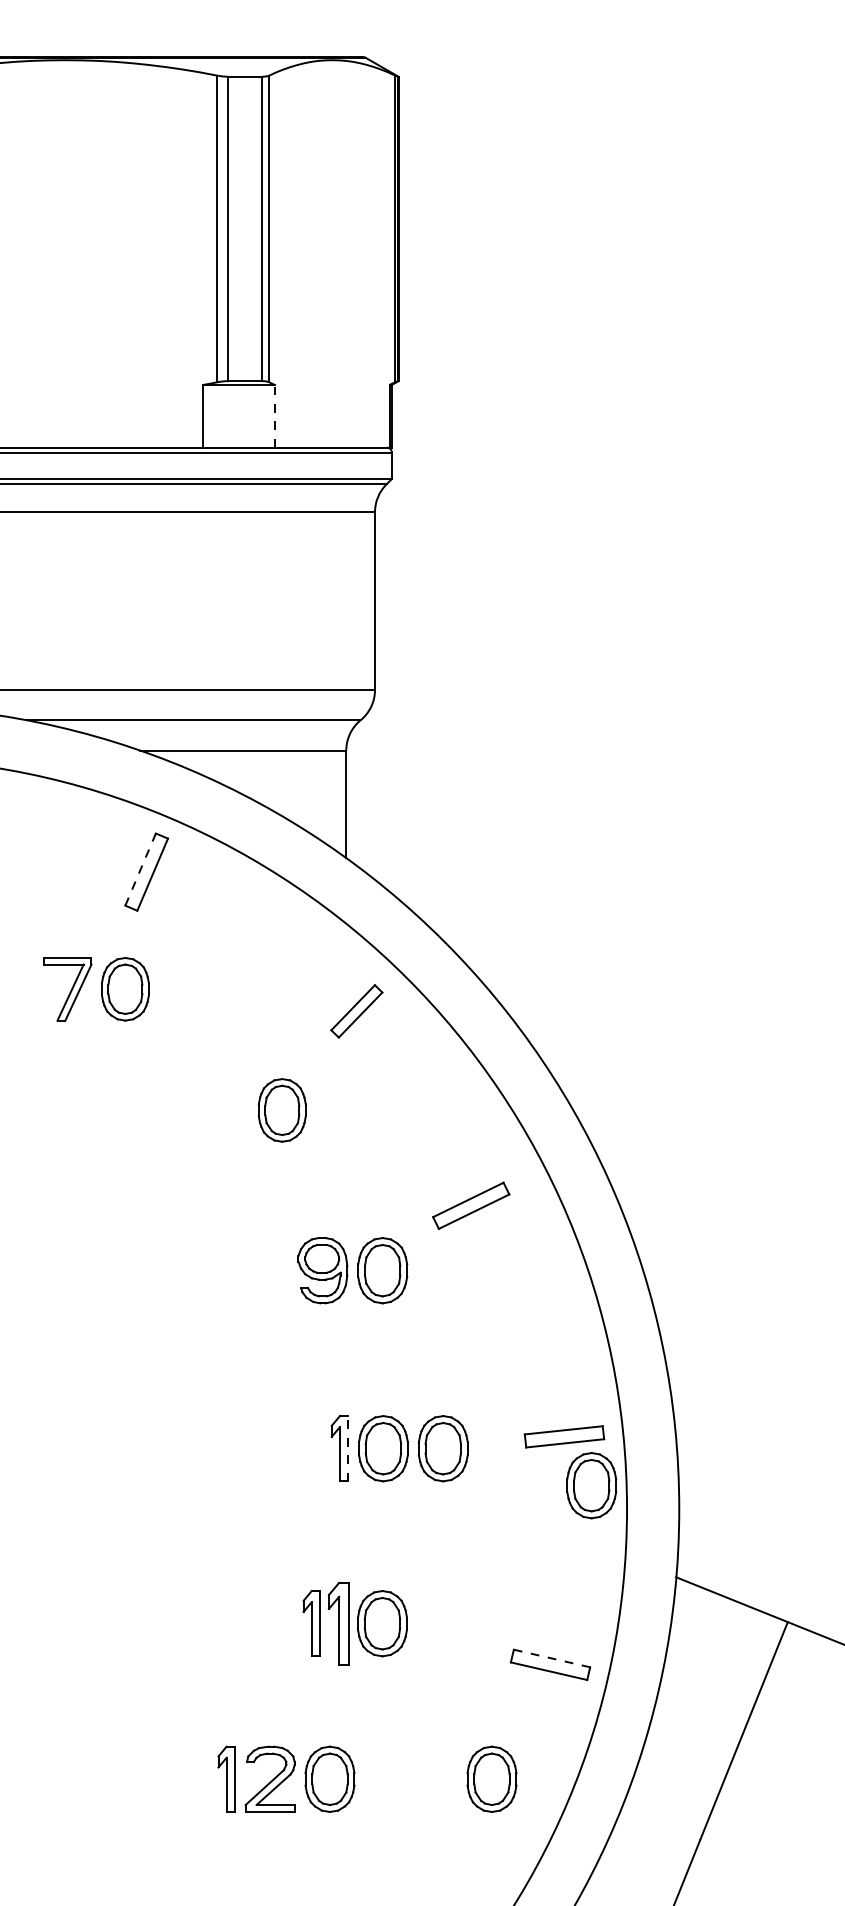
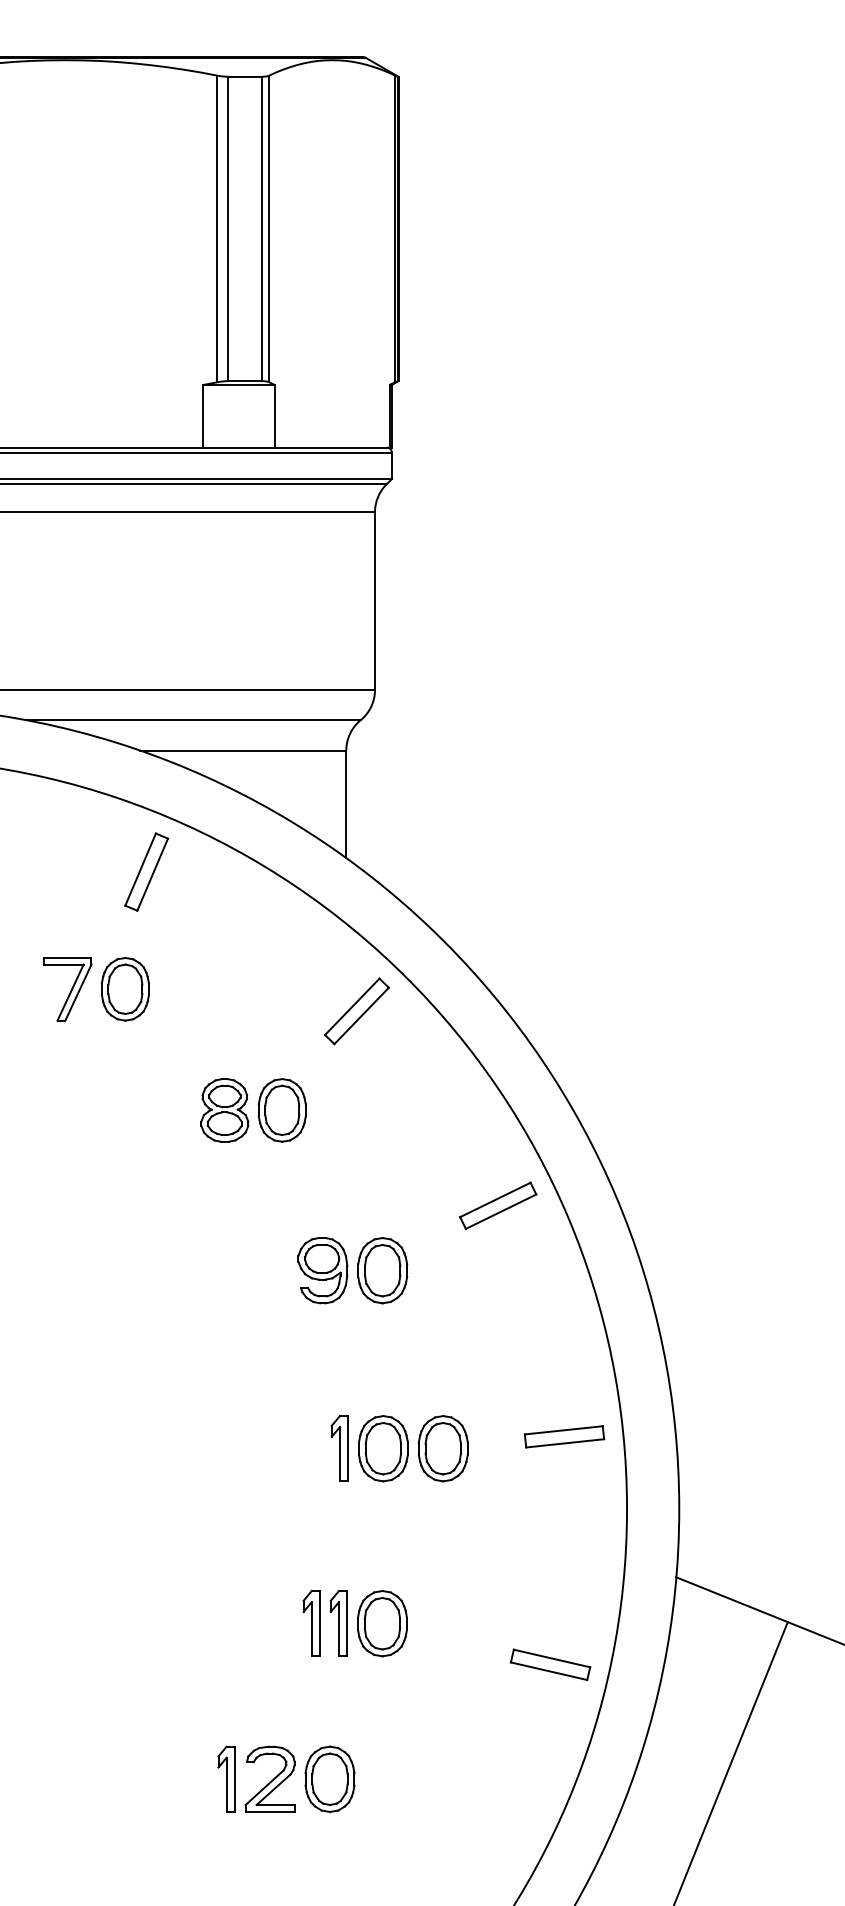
line at (275, 415): dashed -> solid
line at (140, 870): dashed -> solid
part at (356, 1011) size: 54x55 px -> 67x69 px
part at (224, 1110): none -> present
part at (471, 1205) position: (471, 1205) -> (498, 1205)
line at (348, 1448): dashed -> solid
part at (591, 1485): present -> none
part at (338, 1623) size: 23x84 px -> 19x67 px
line at (551, 1658): dashed -> solid
part at (491, 1778): present -> none
